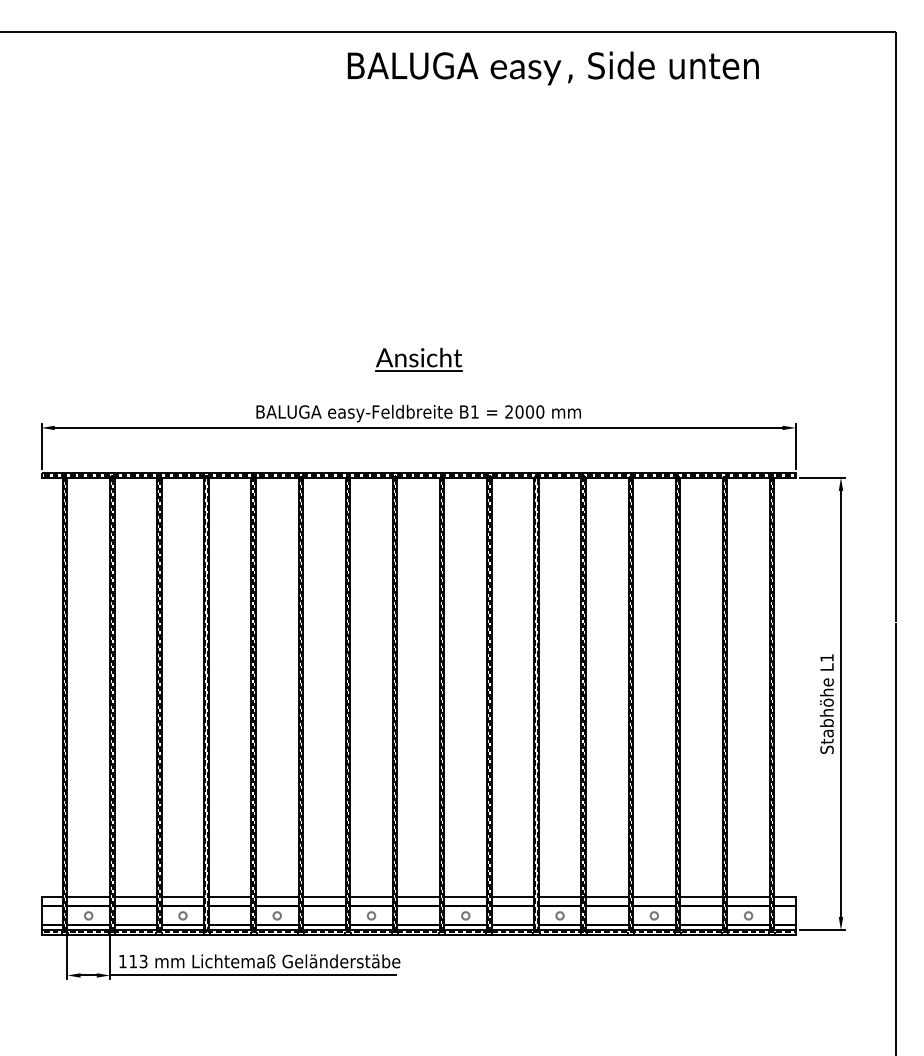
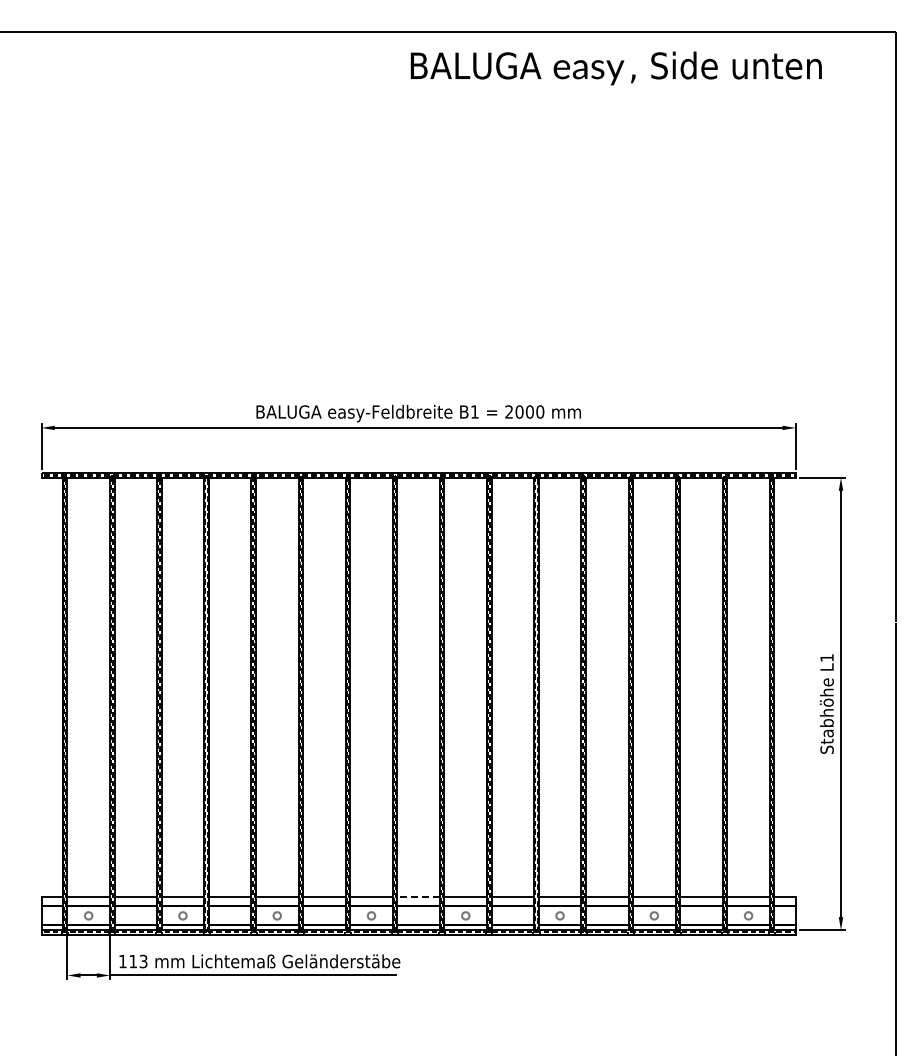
text at (552, 68) position: (552, 68) -> (615, 68)
part at (418, 359): present -> none
line at (418, 897): solid -> dashed
